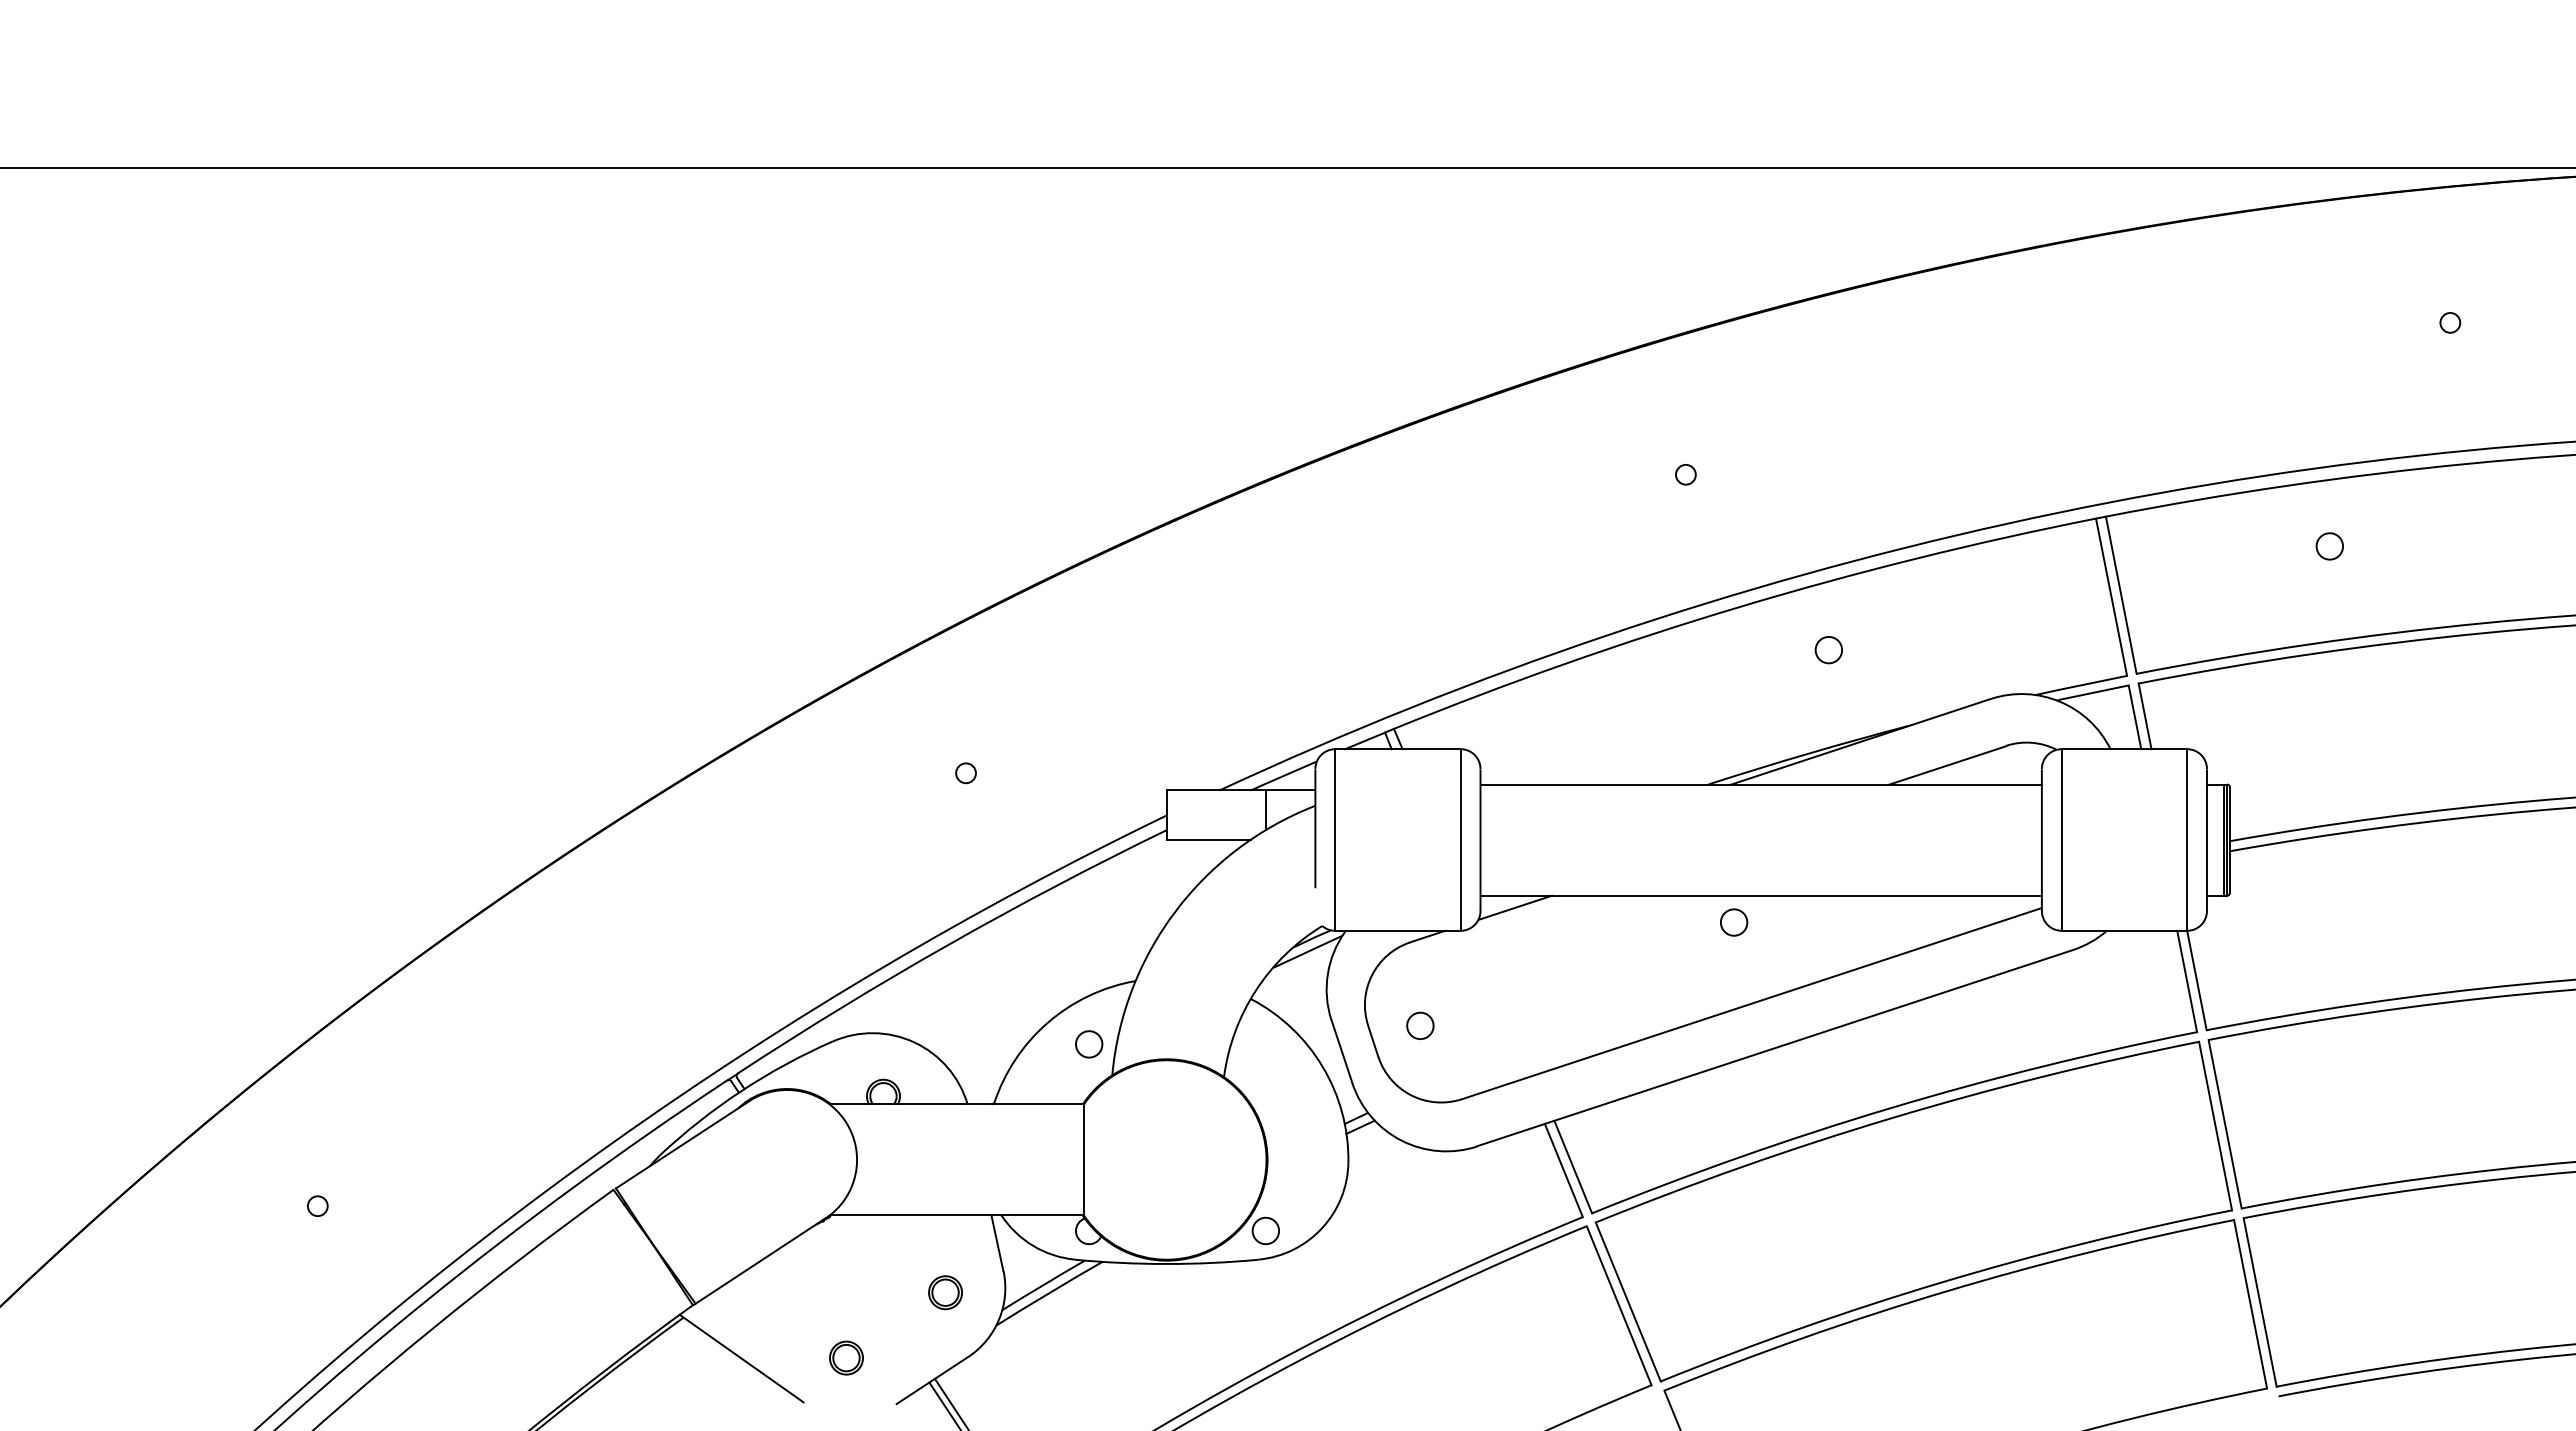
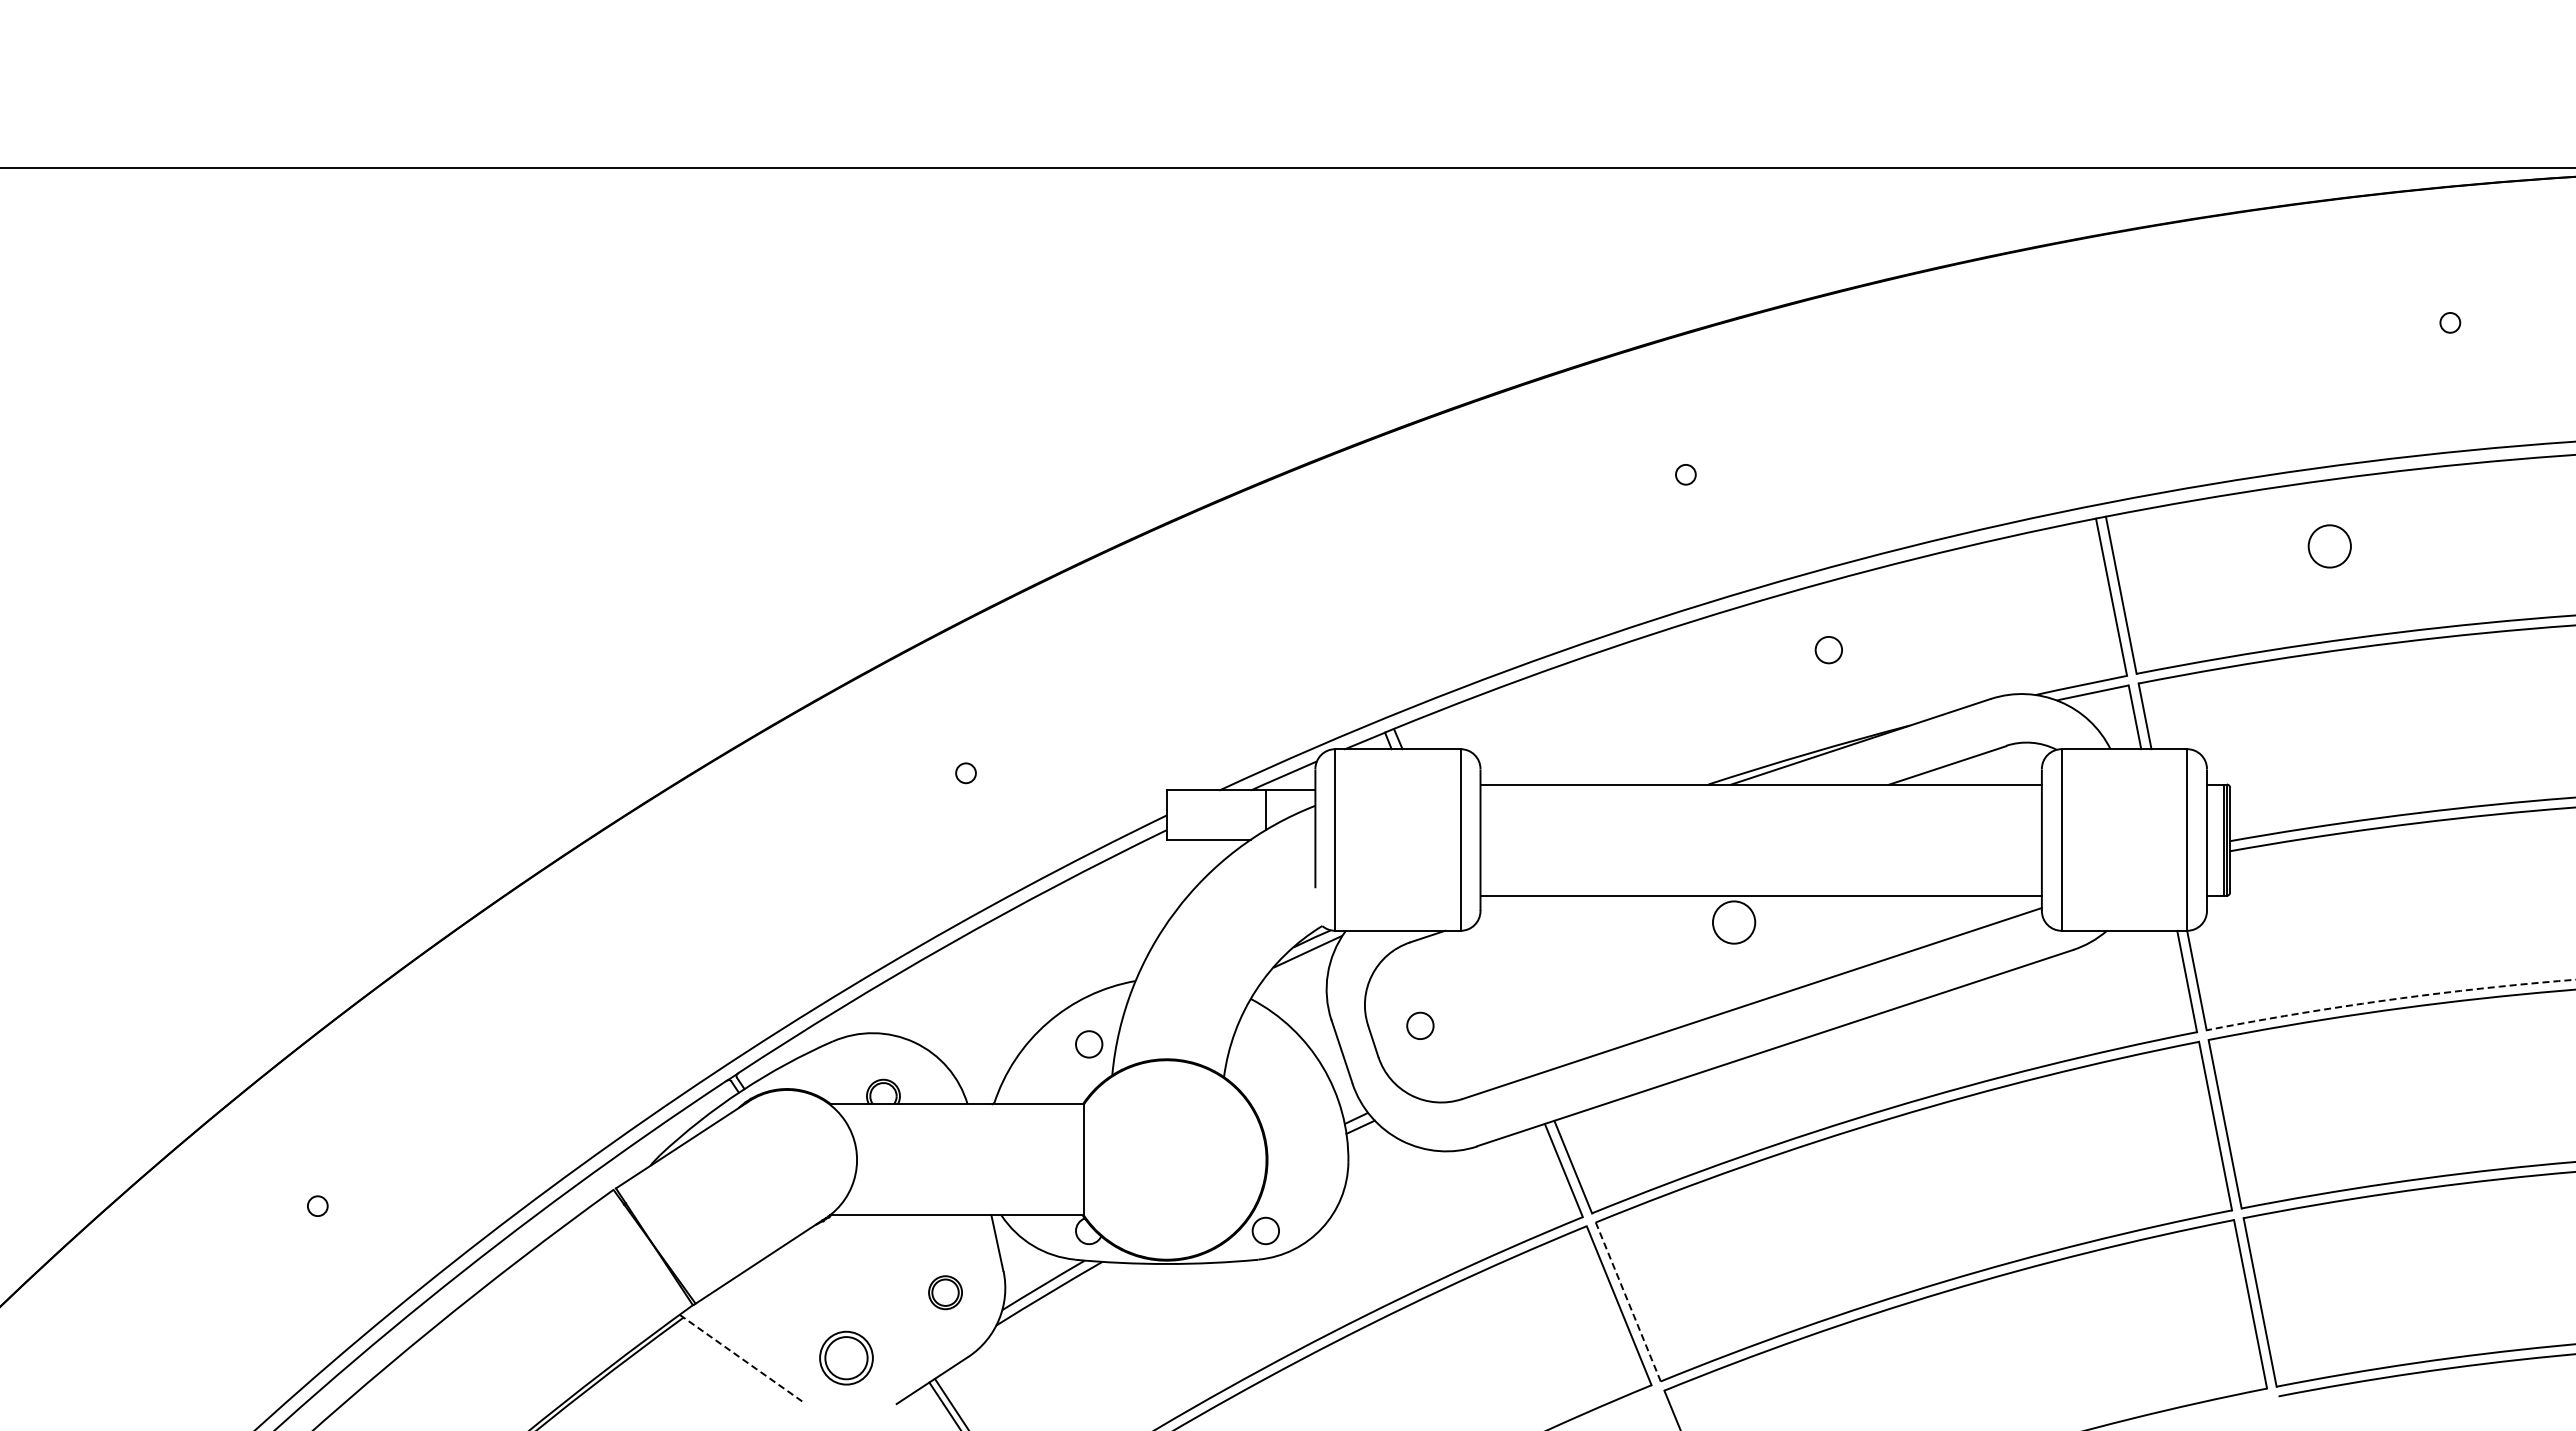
circle at (2329, 546) diameter: 26 px -> 42 px
line at (1514, 907): present -> none
circle at (1733, 922) diameter: 26 px -> 42 px
arc at (2389, 1000): solid -> dashed
line at (1628, 1301): solid -> dashed
part at (846, 1357) size: 35x36 px -> 55x56 px
line at (741, 1358): solid -> dashed
